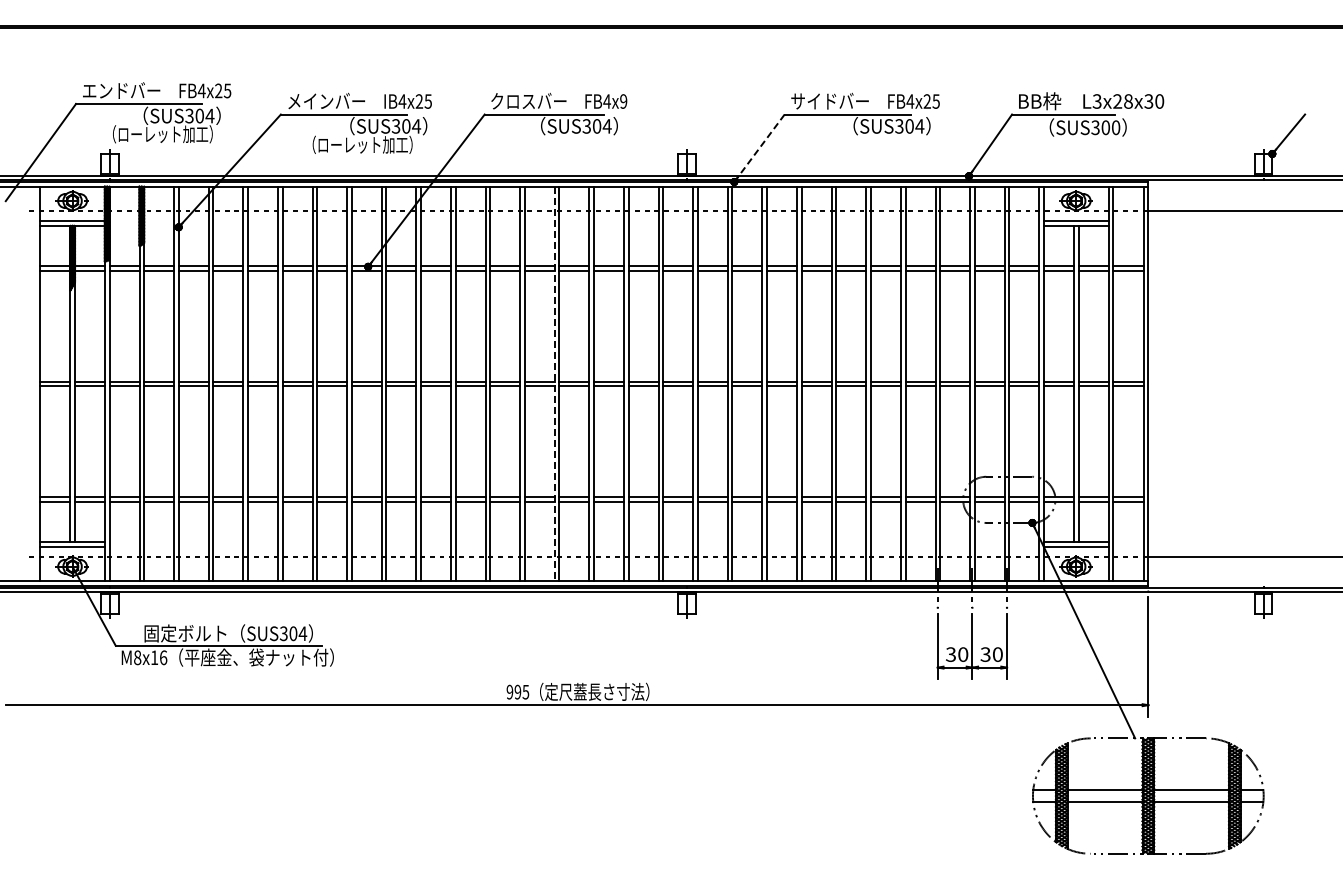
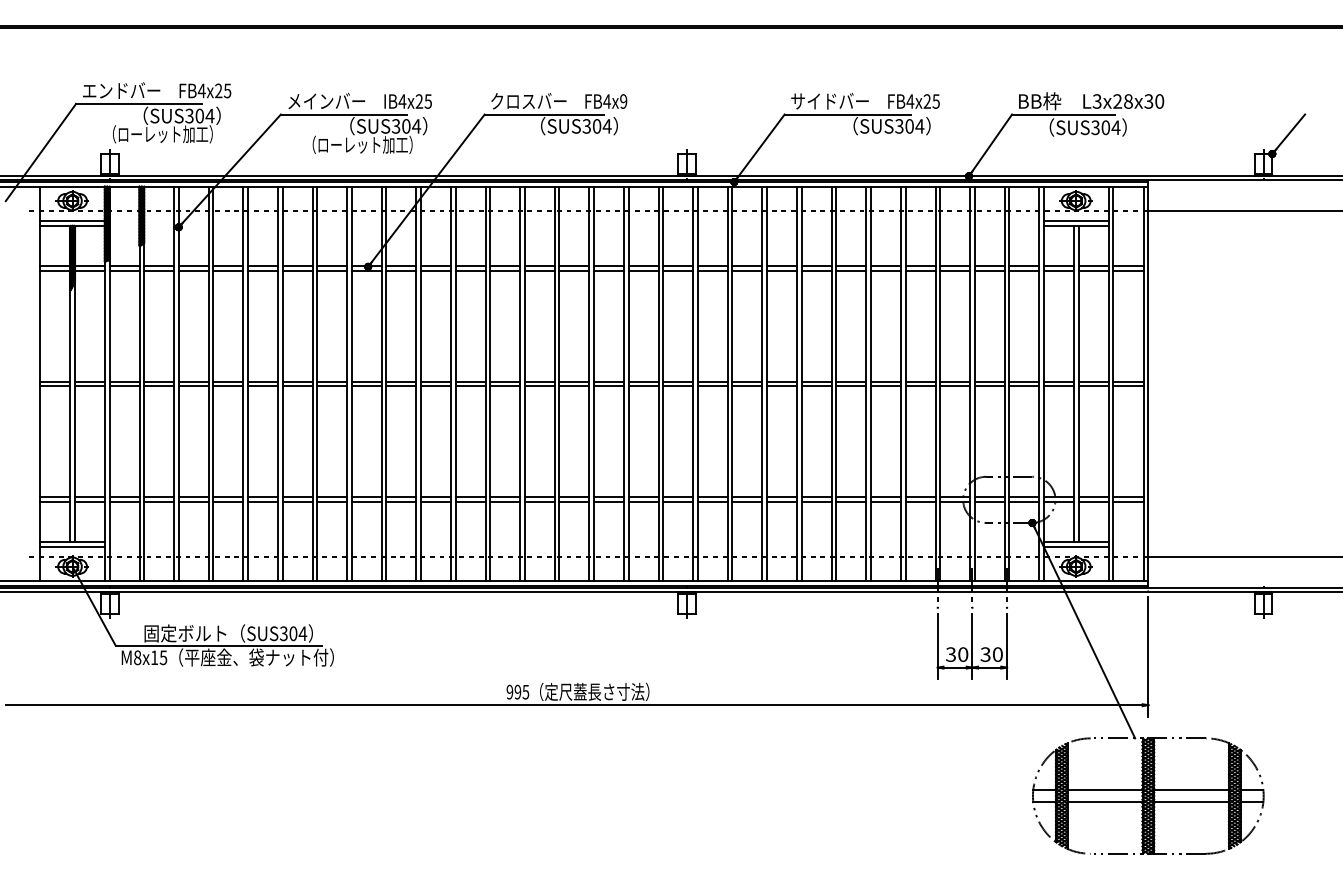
text at (1115, 127): SUS300 -> SUS304
line at (759, 147): dashed -> solid
line at (554, 384): dashed -> solid
text at (163, 657): M8x16 -> M8x15
